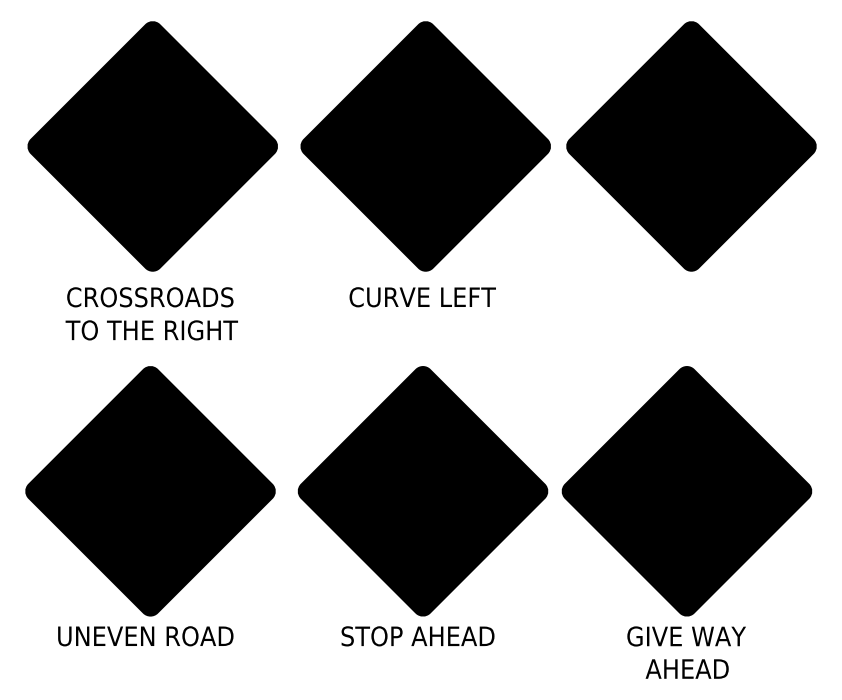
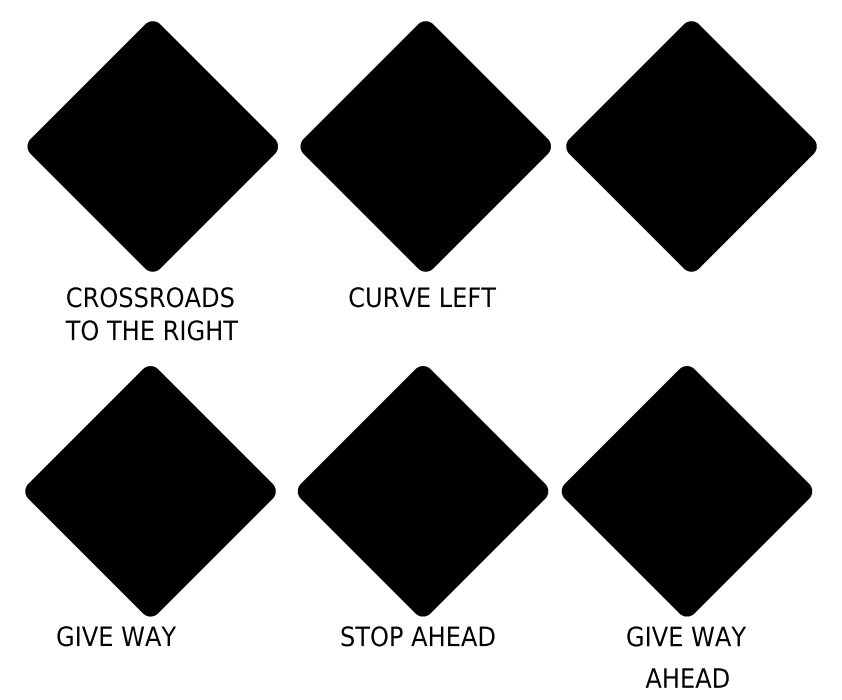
text at (145, 636): UNEVEN ROAD -> GIVE WAY
text at (686, 668) position: (686, 668) -> (686, 677)
